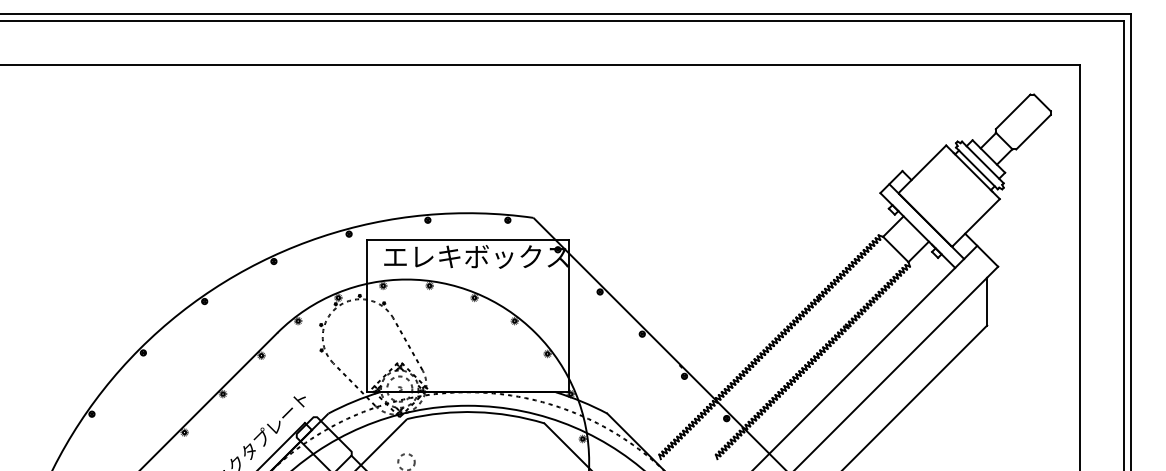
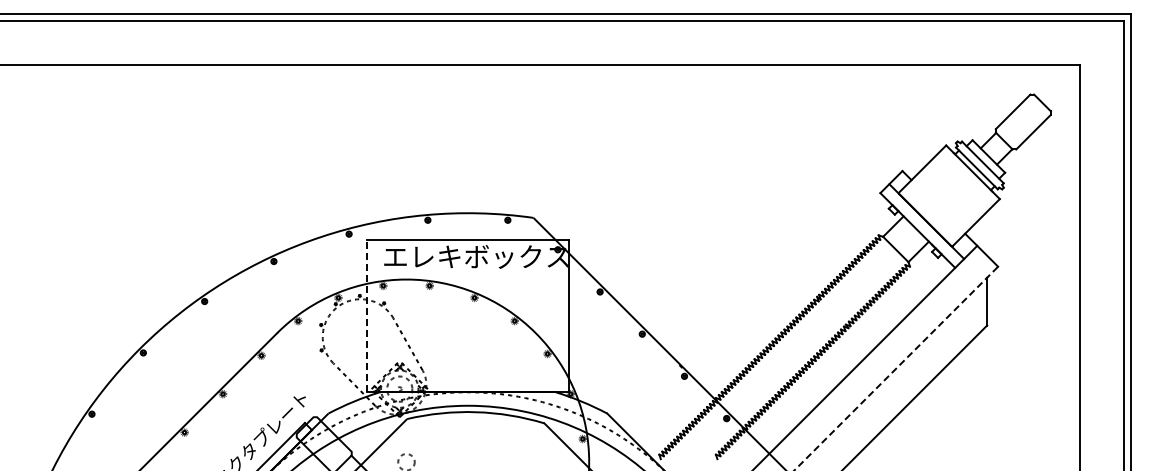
line at (366, 315): solid -> dashed
line at (896, 368): solid -> dashed
